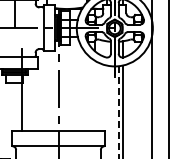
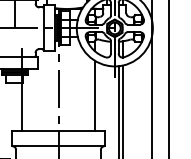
line at (95, 95): none -> present
line at (118, 112): dashed -> solid
